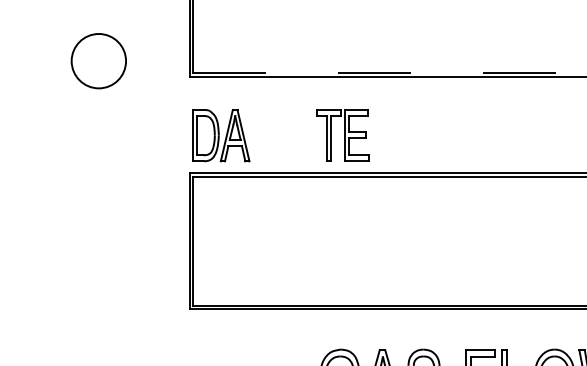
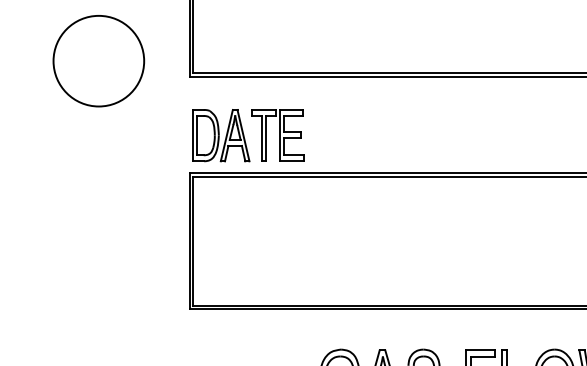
circle at (98, 61) diameter: 54 px -> 91 px
line at (390, 72): dashed -> solid
part at (342, 135) position: (342, 135) -> (277, 135)
